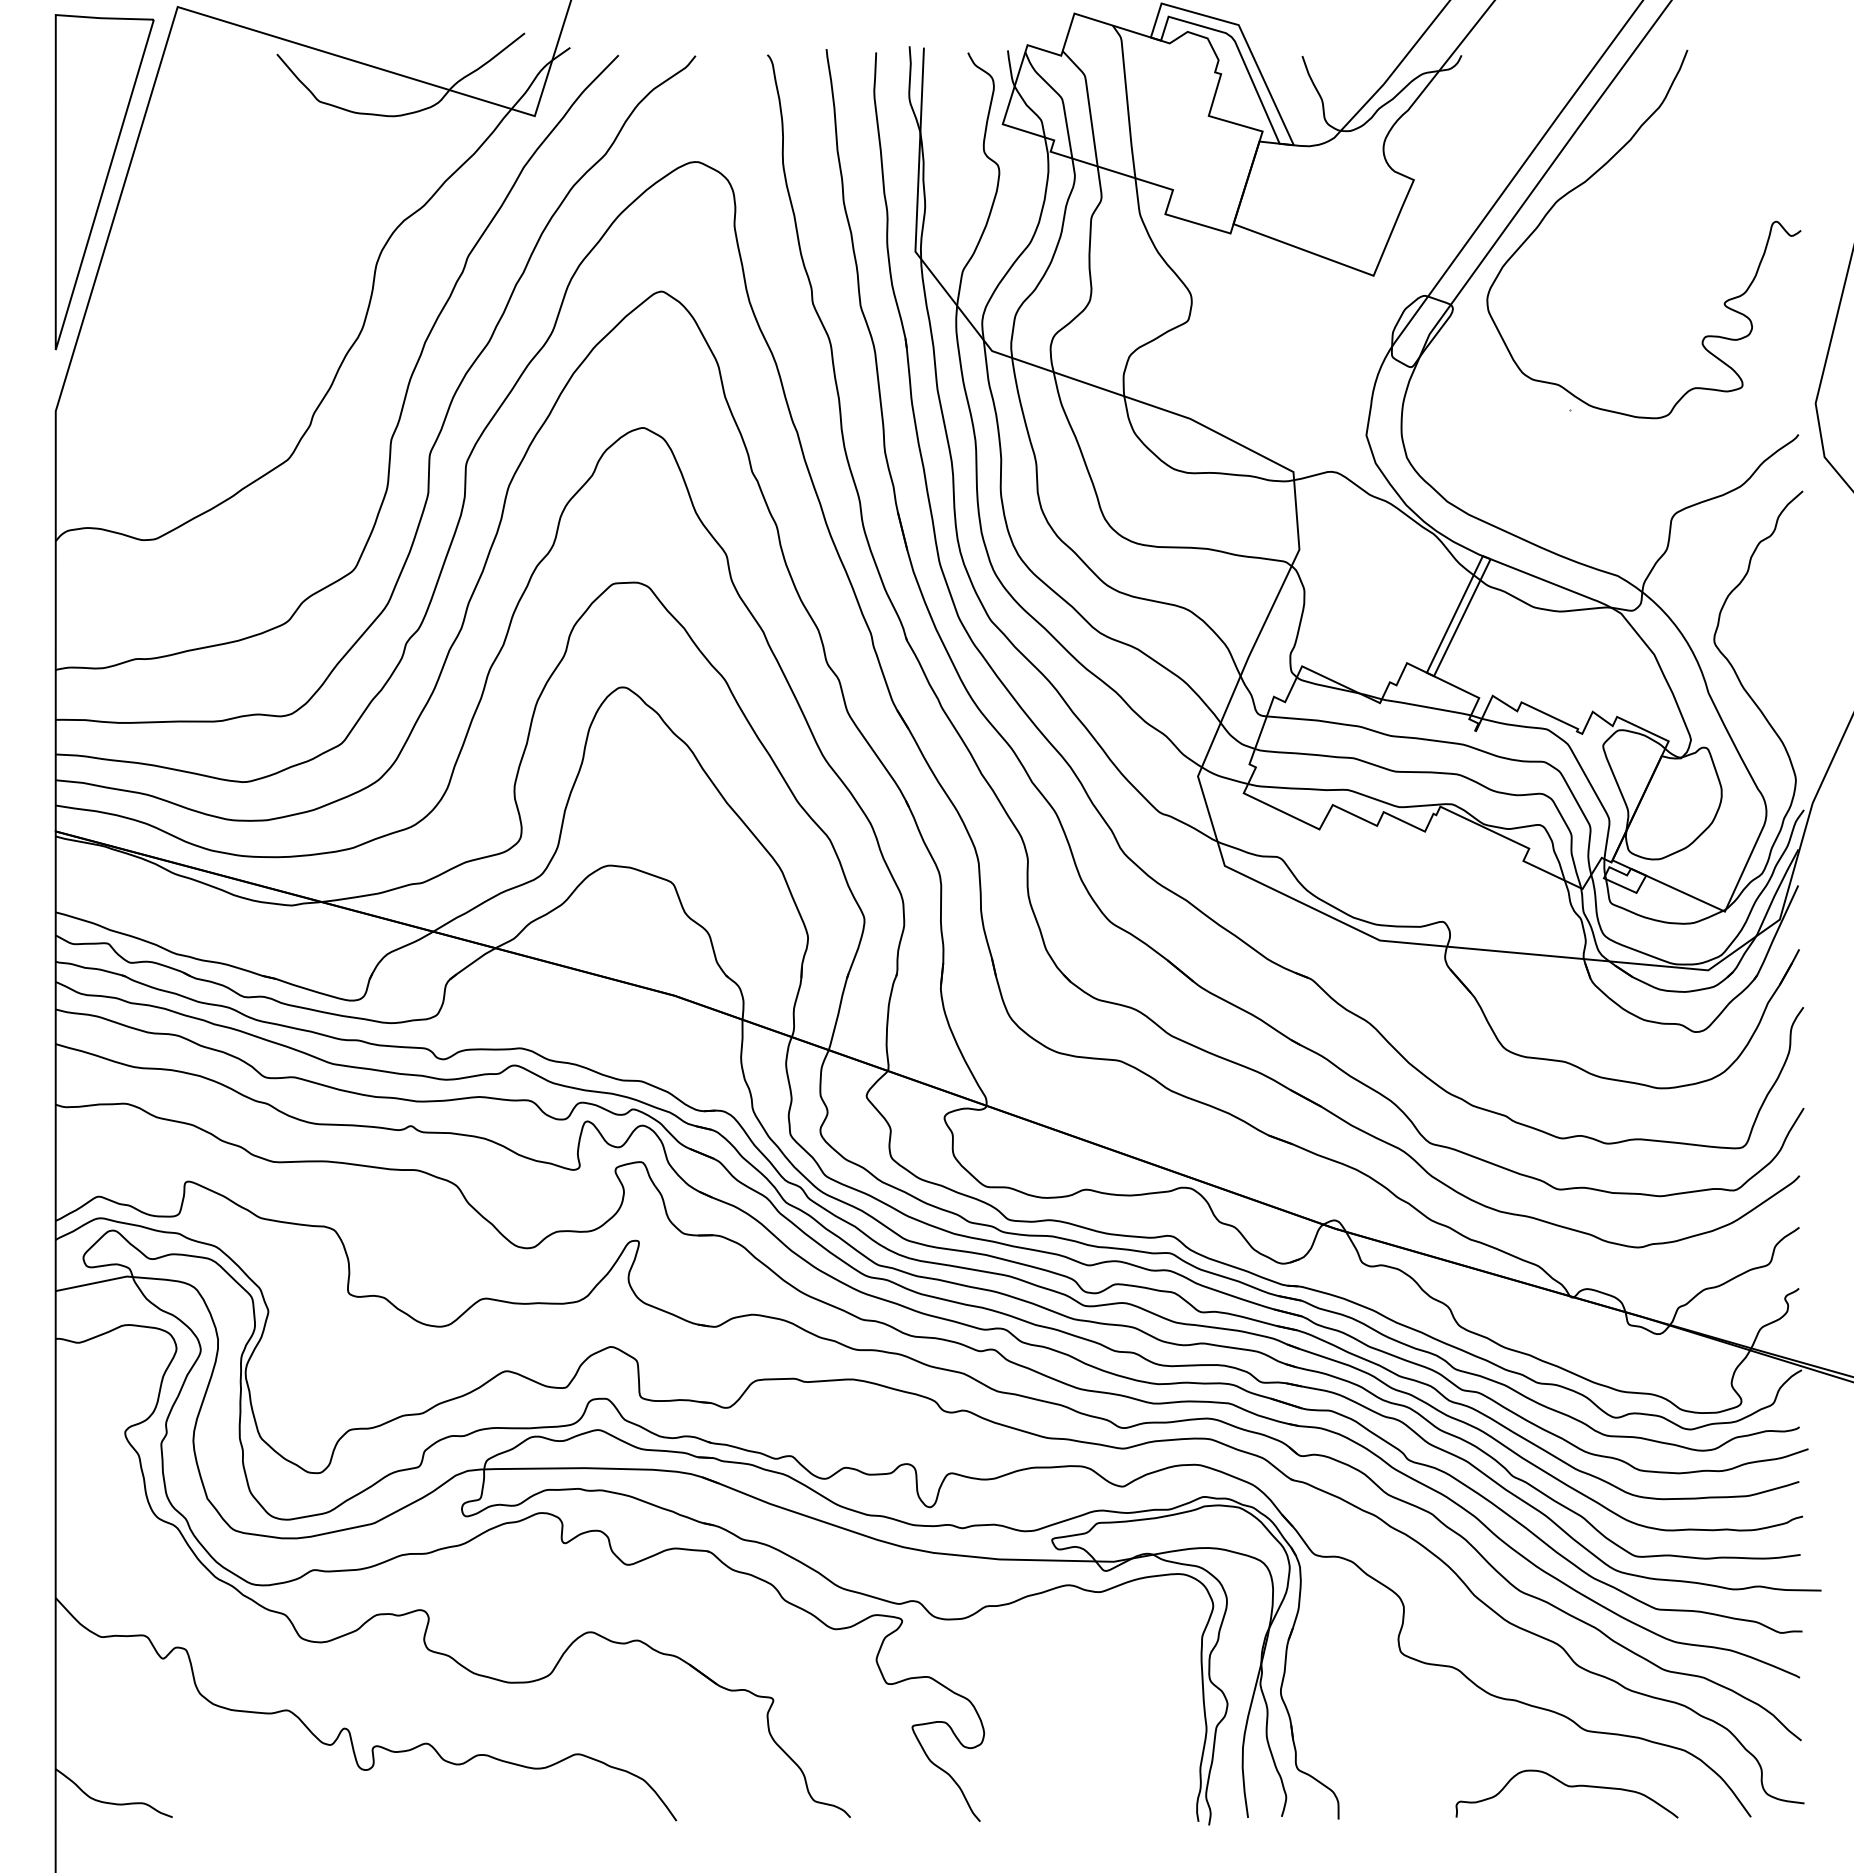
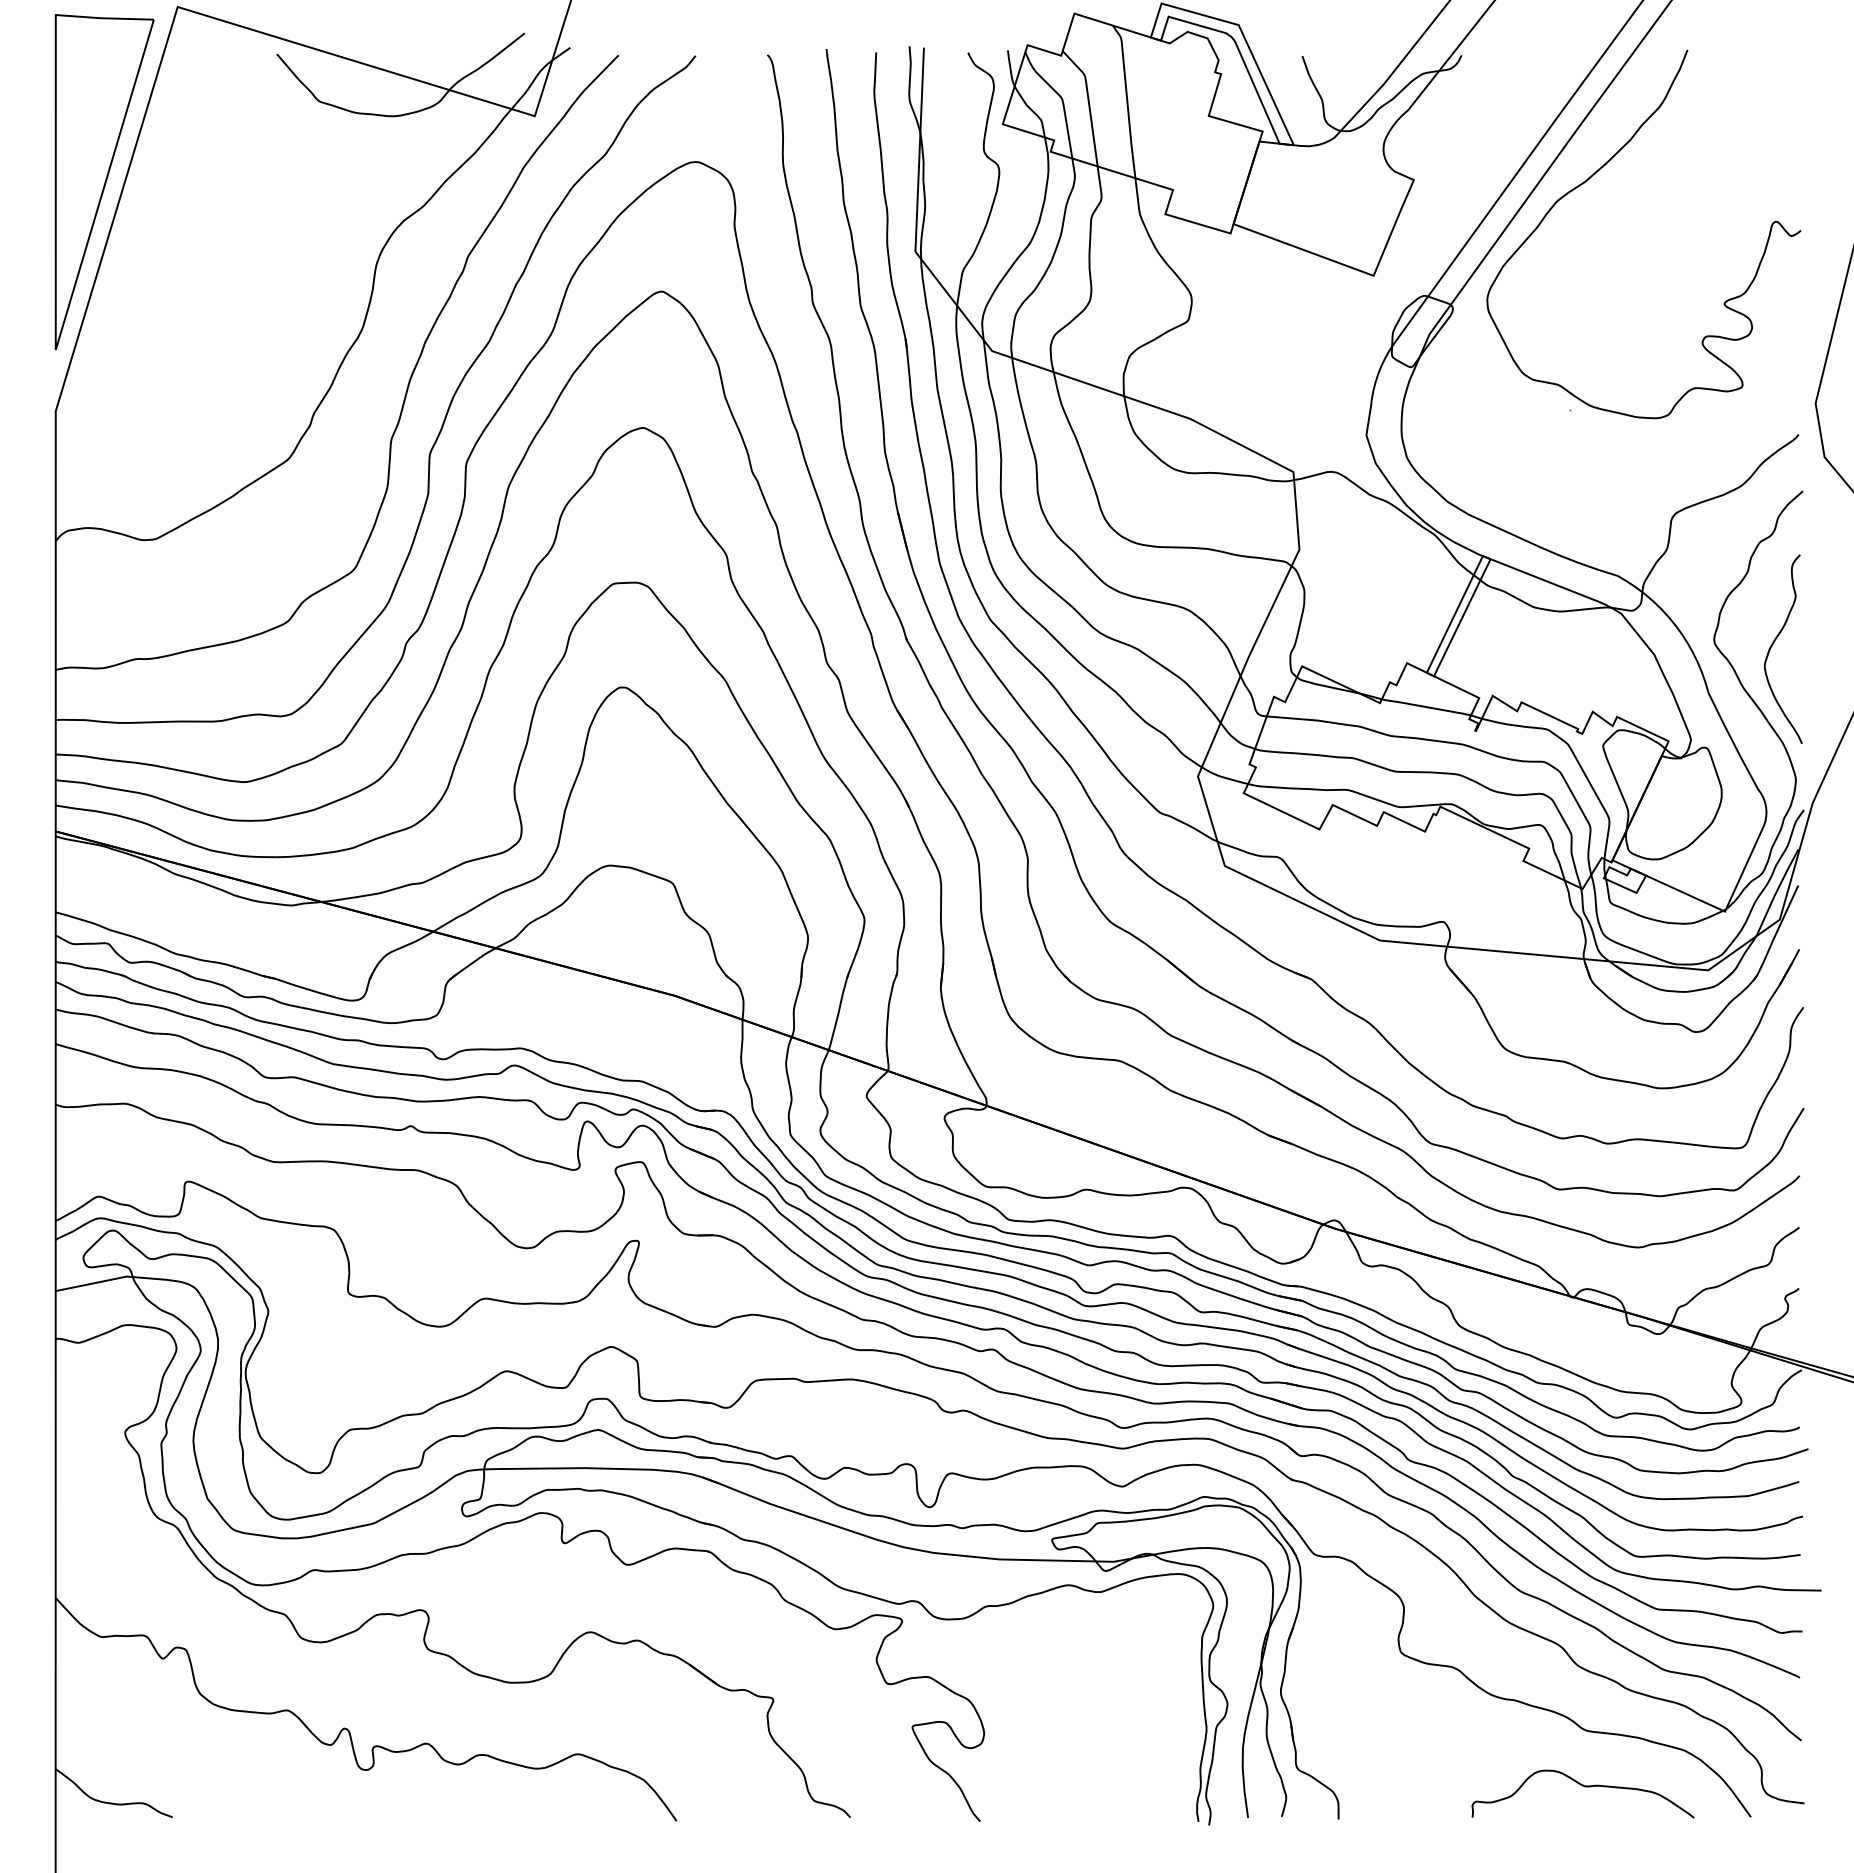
curve at (1773, 644): none -> present
curve at (1568, 1787) position: (1568, 1787) -> (1584, 1787)
